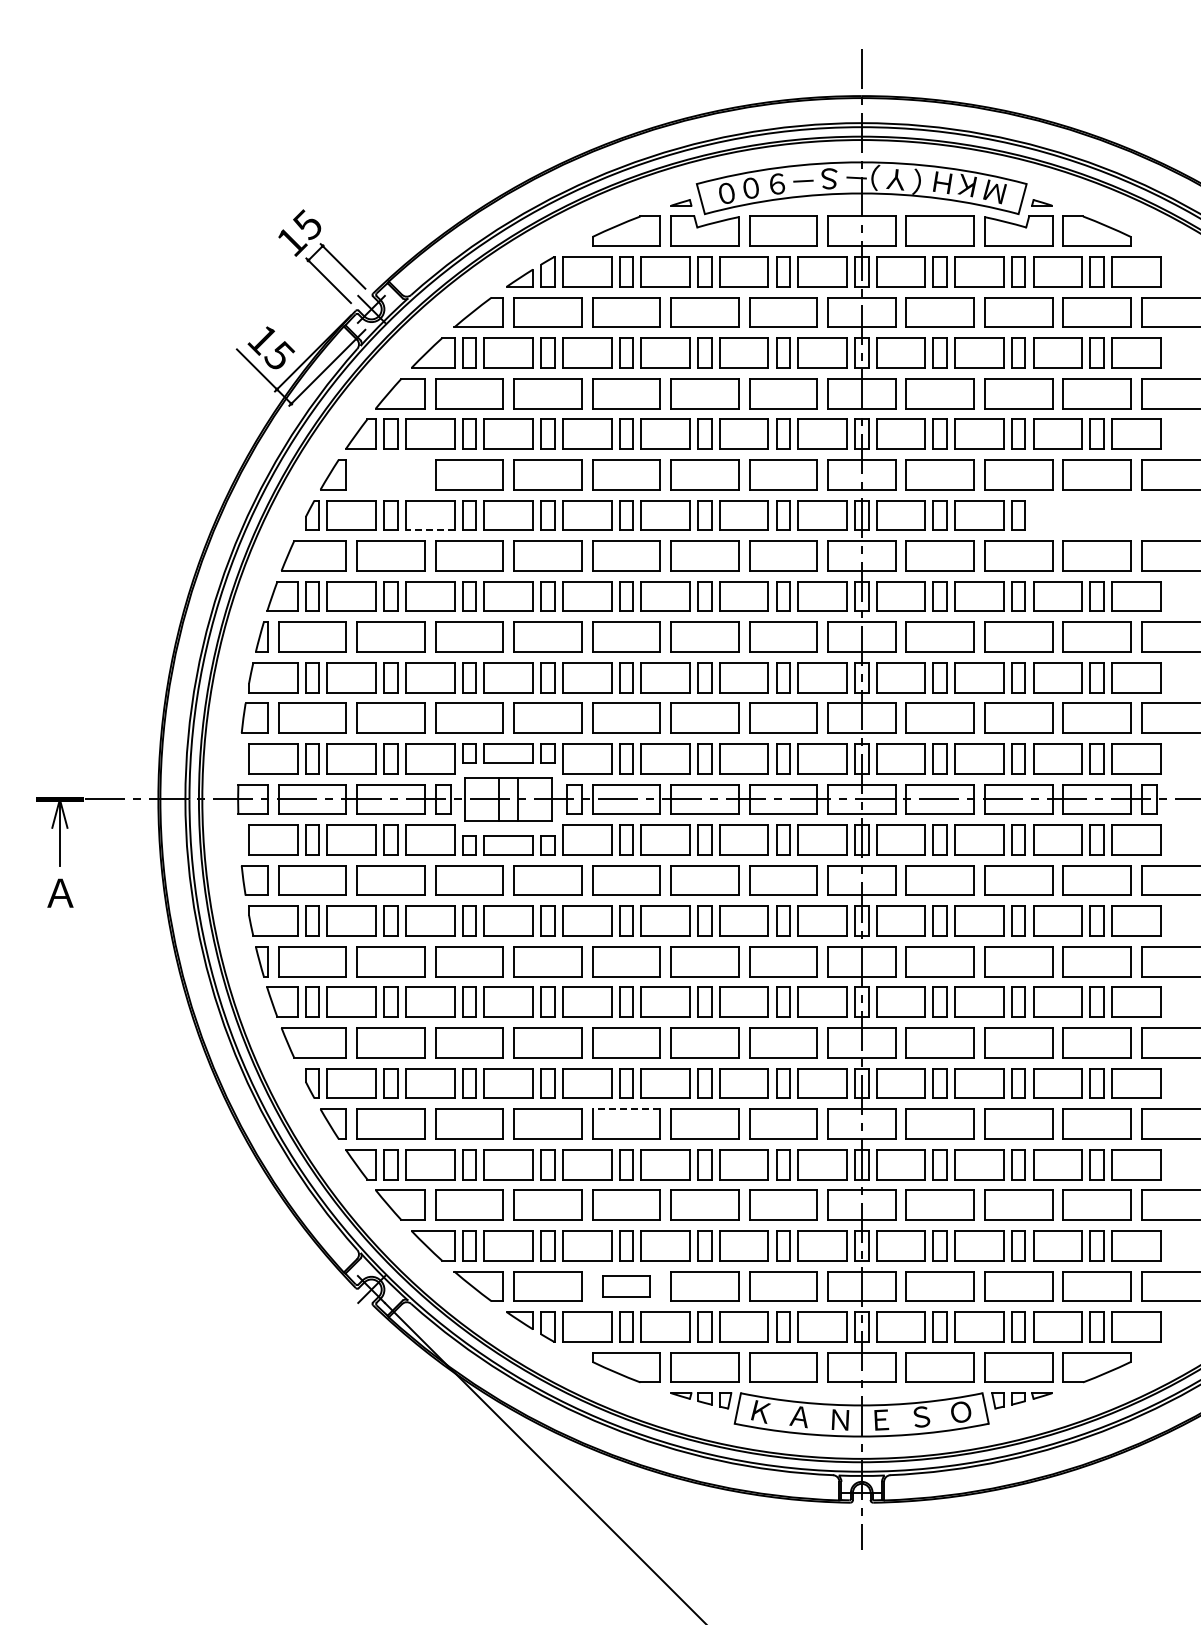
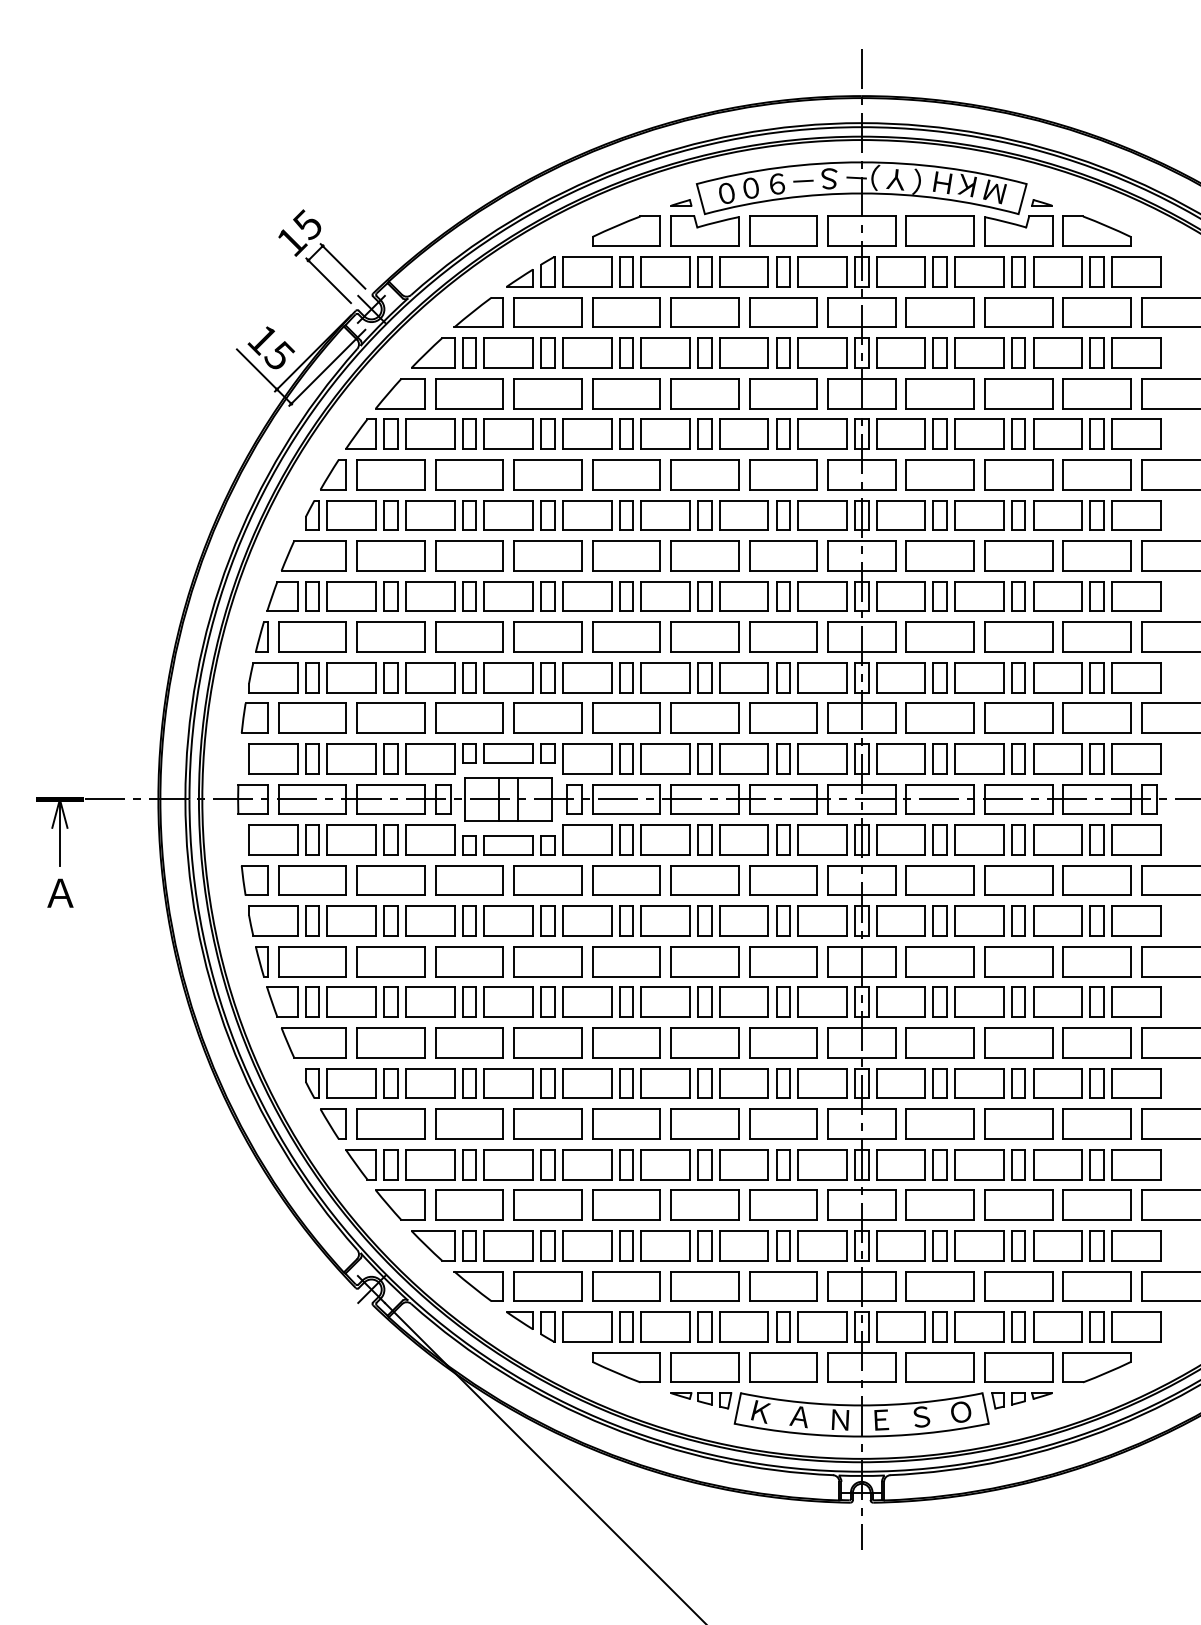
part at (390, 474): none -> present
part at (1097, 515): none -> present
line at (429, 530): dashed -> solid
line at (626, 1109): dashed -> solid
part at (626, 1286) size: 49x23 px -> 69x31 px
